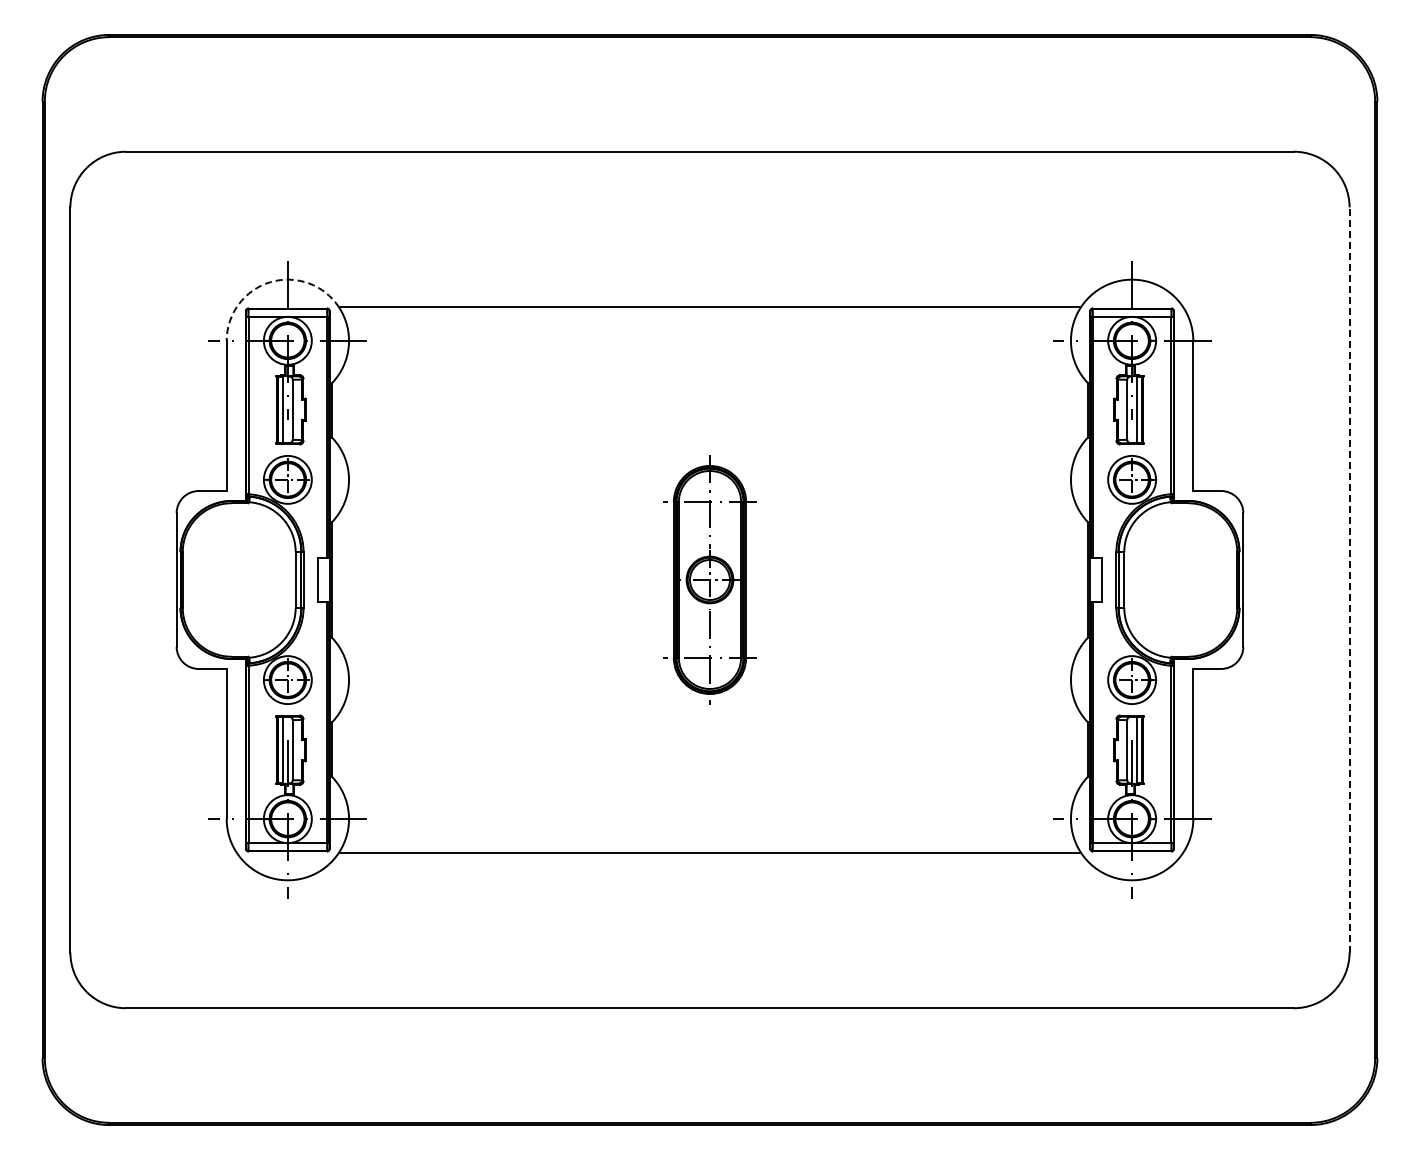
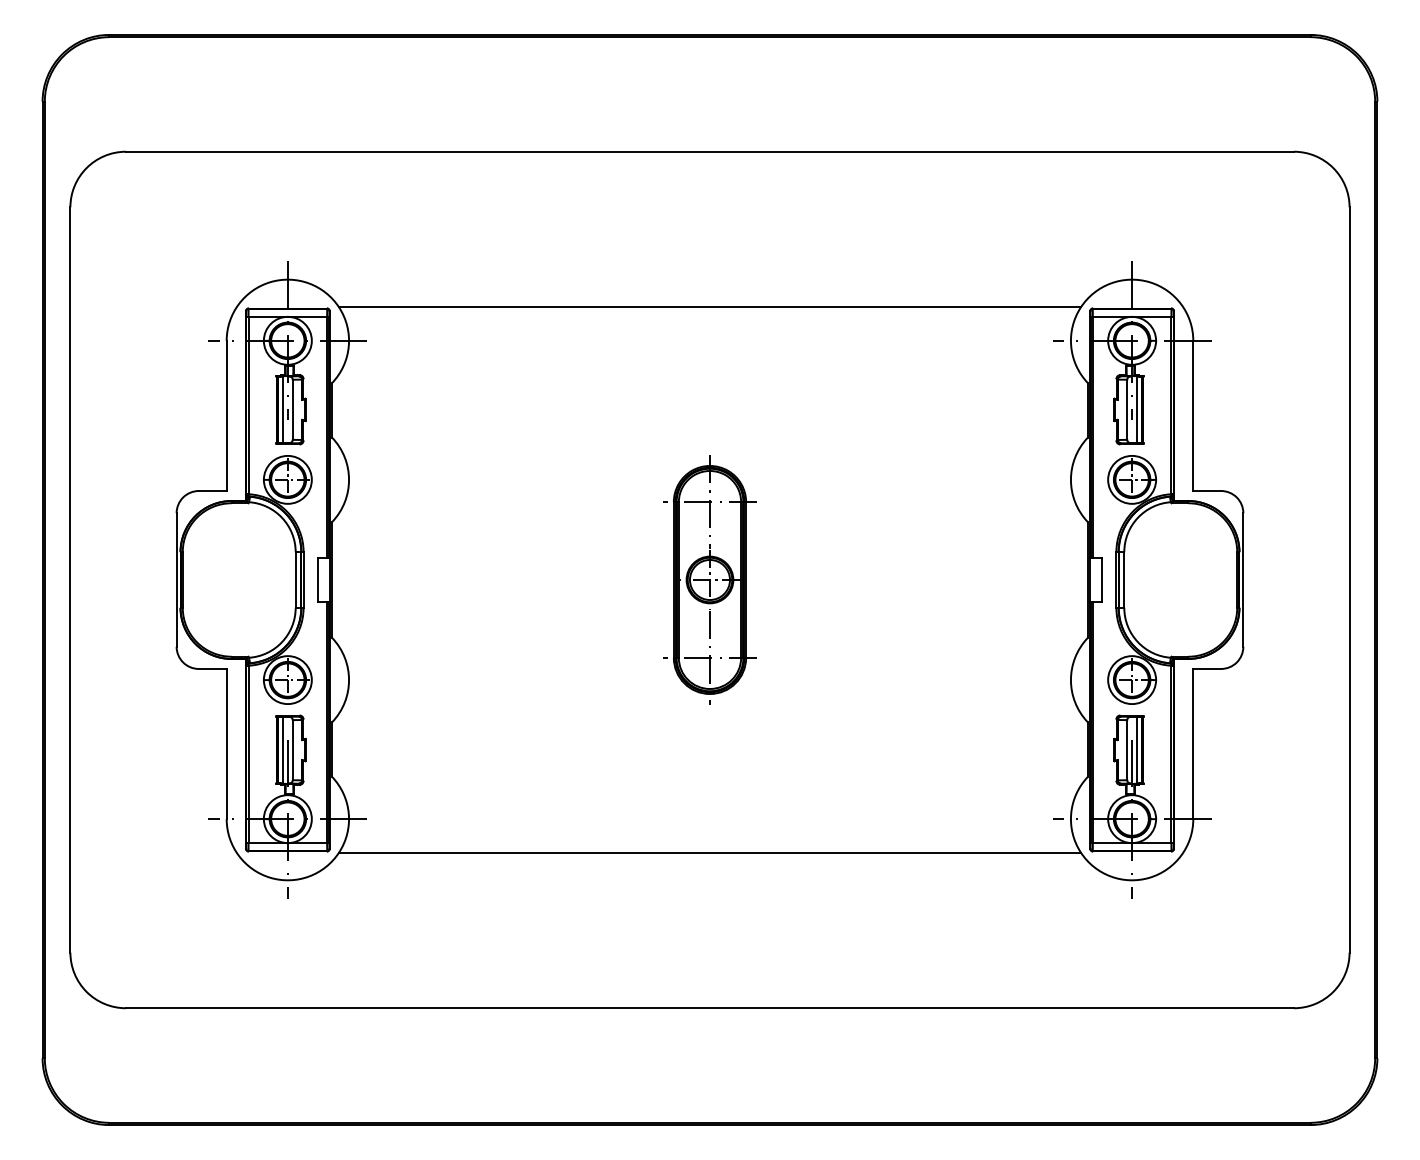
arc at (270, 282): dashed -> solid
line at (1349, 580): dashed -> solid
